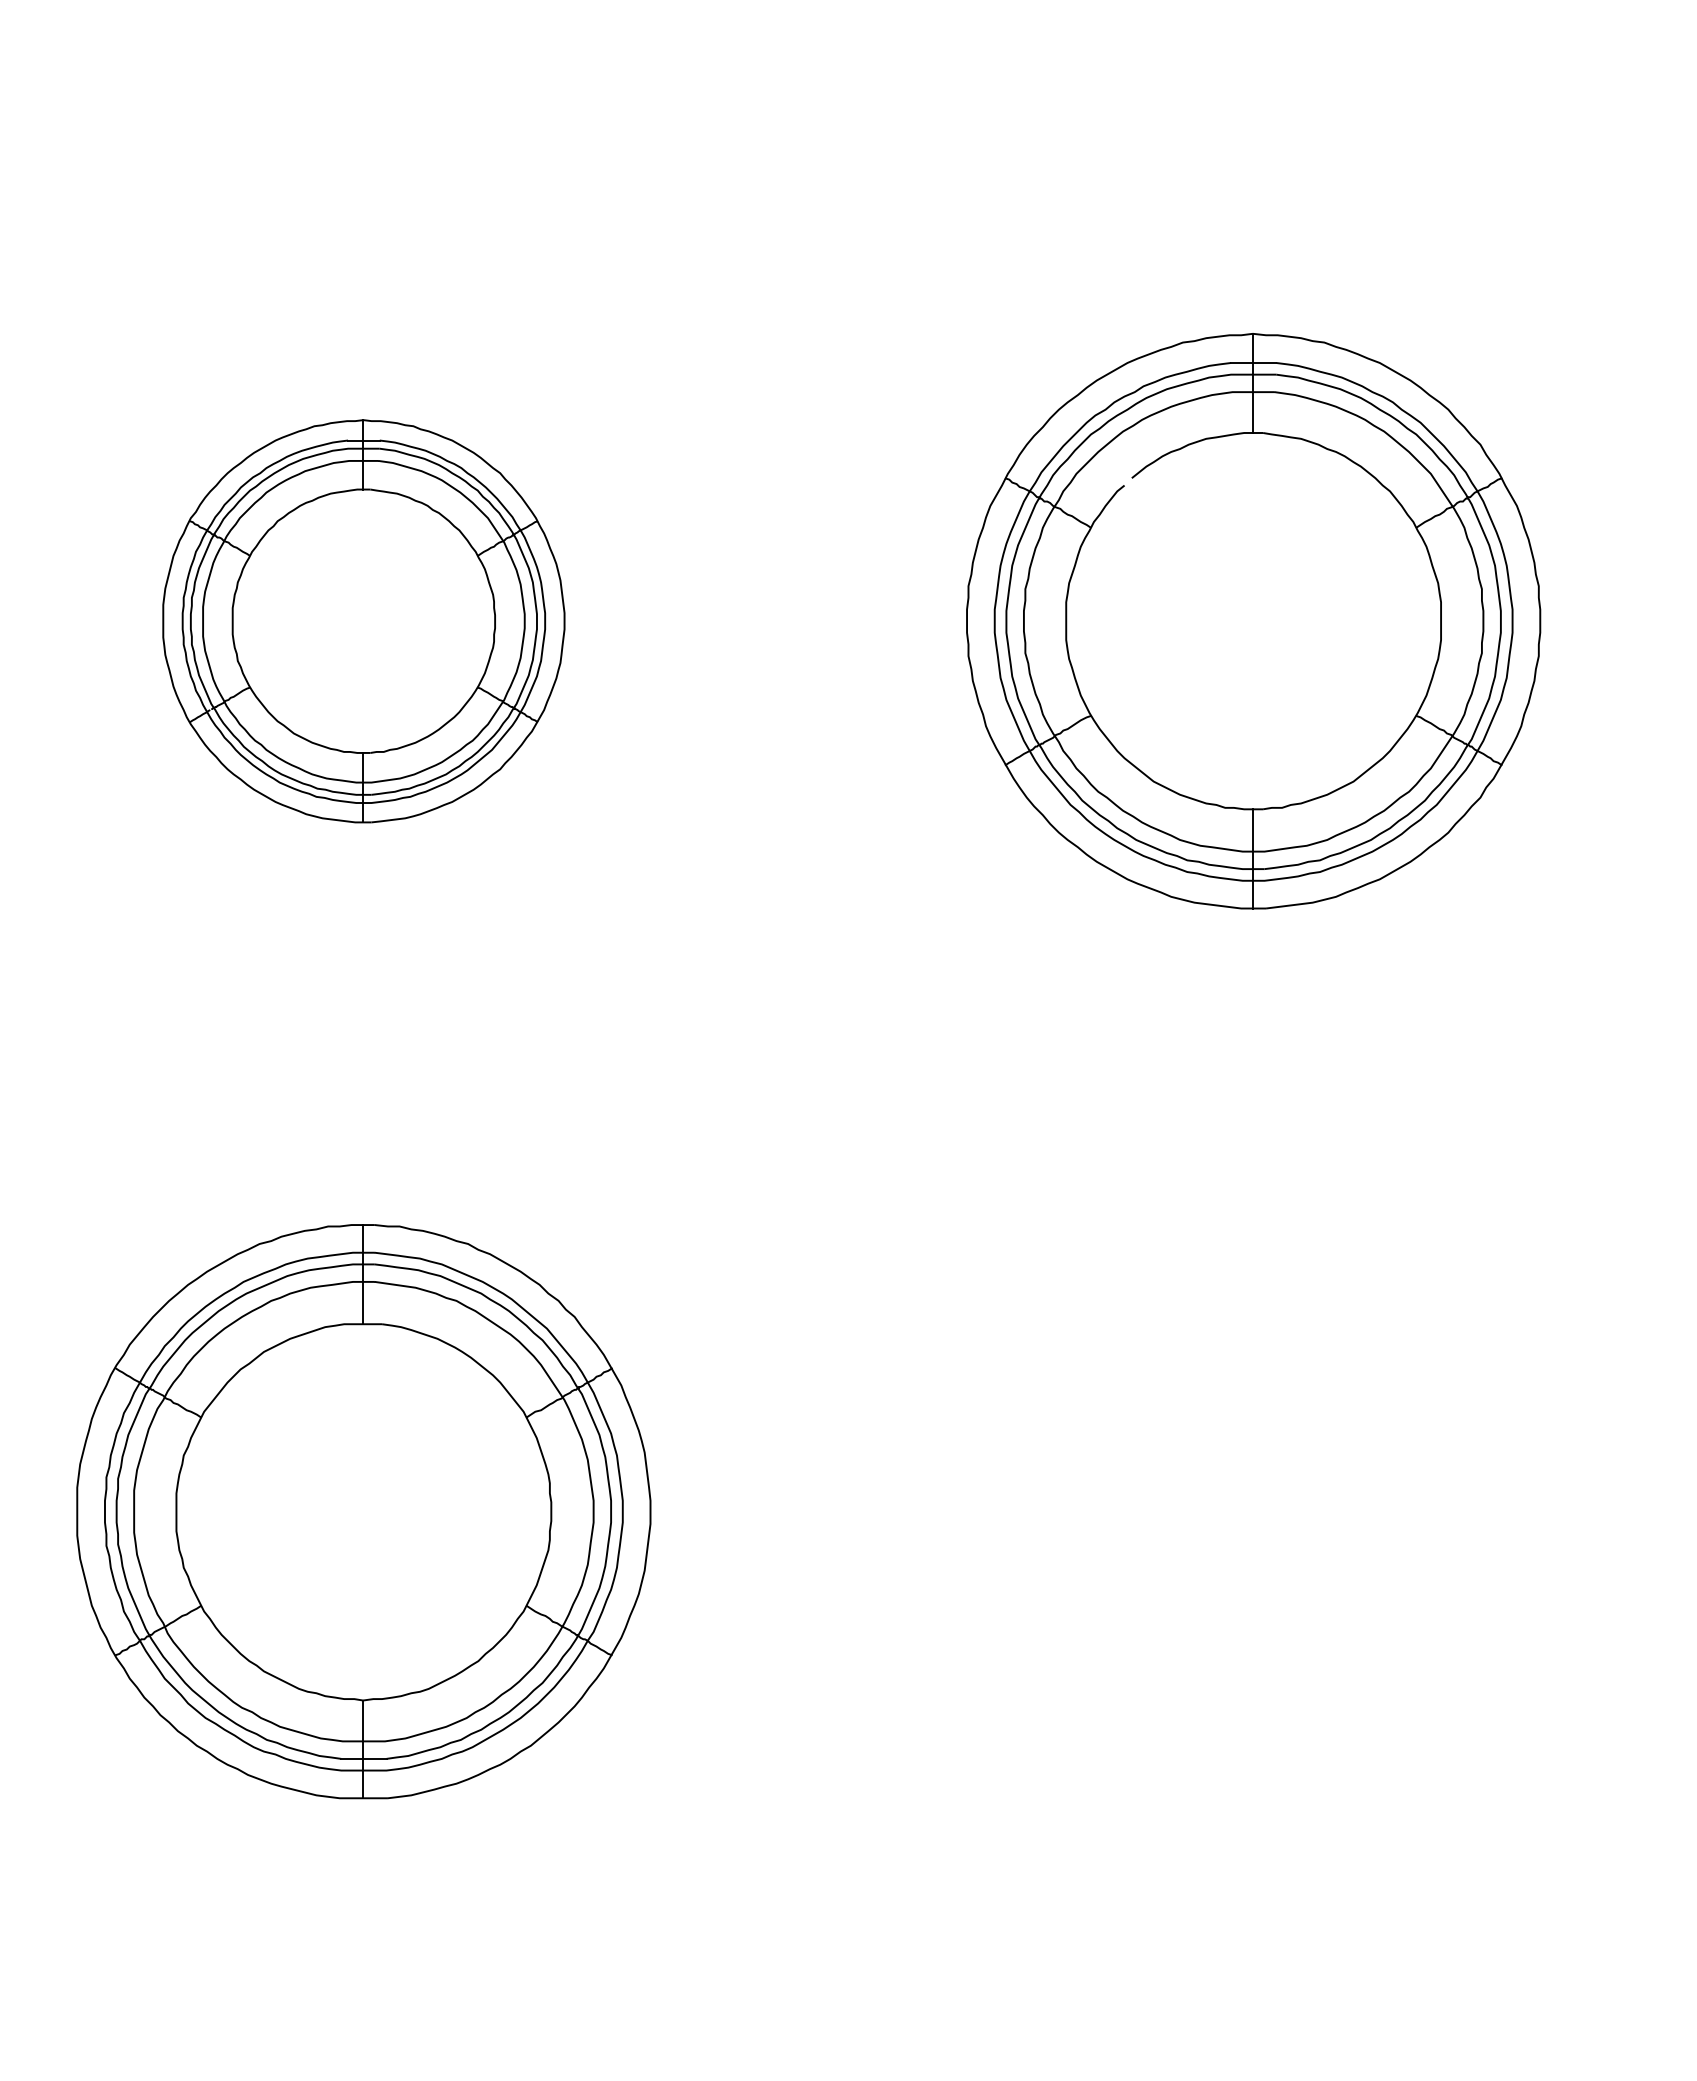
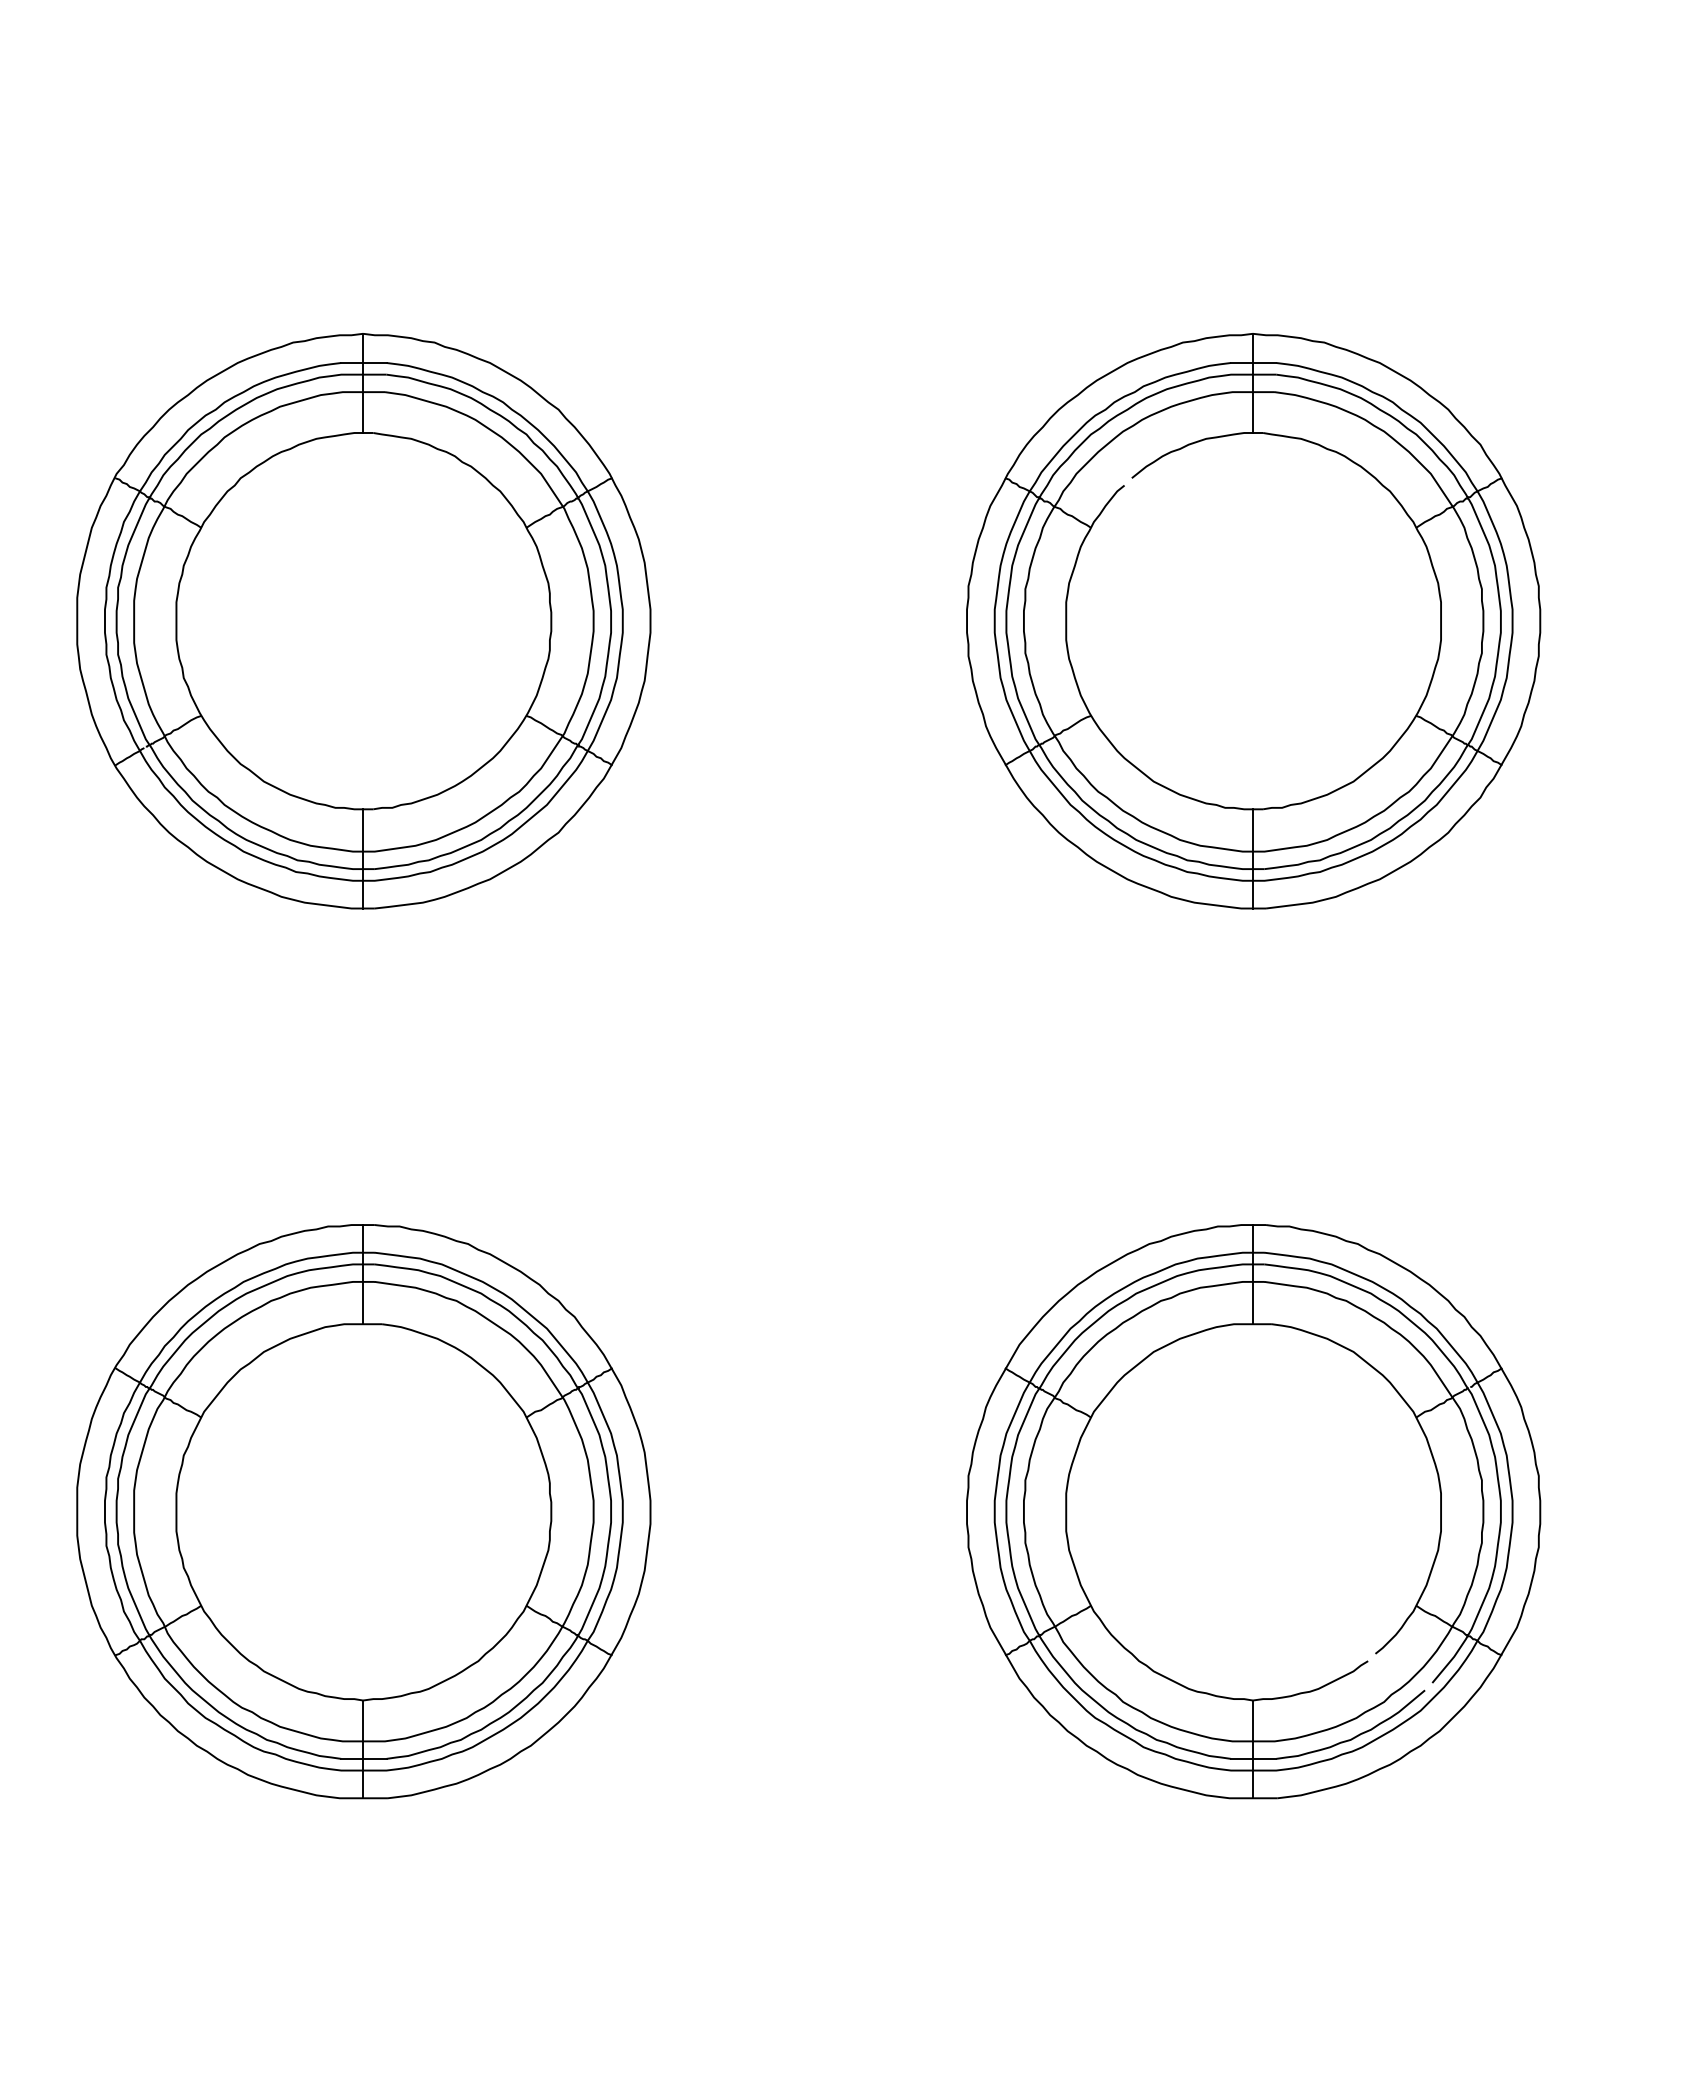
part at (363, 621) size: 404x405 px -> 576x577 px
part at (1253, 1511): none -> present
